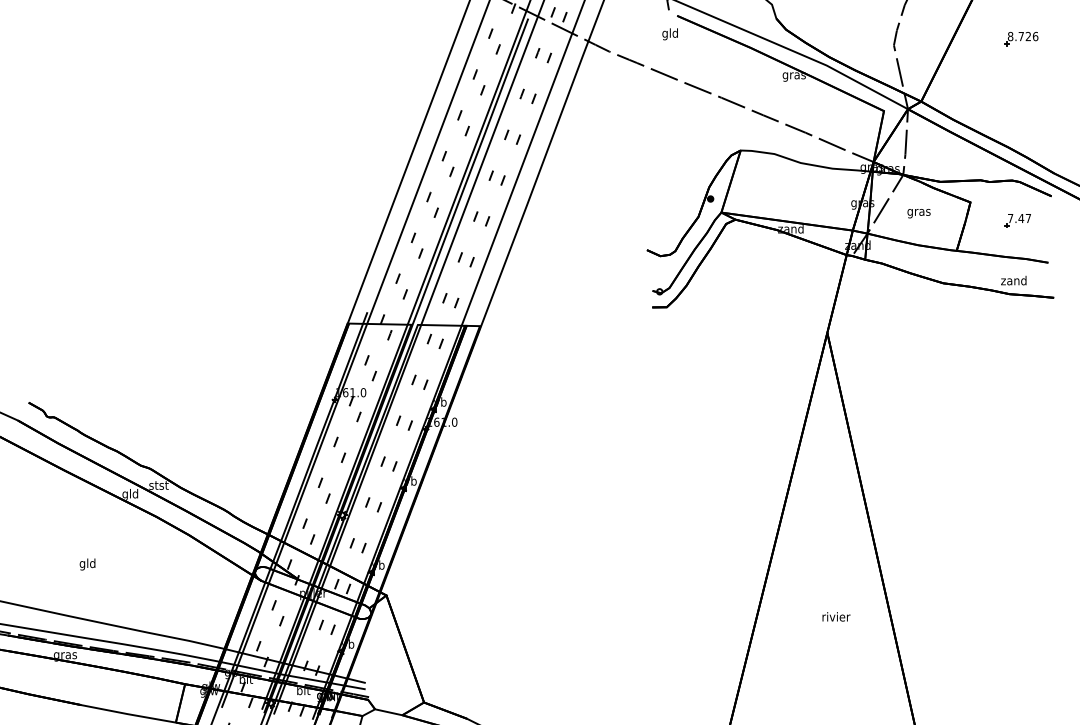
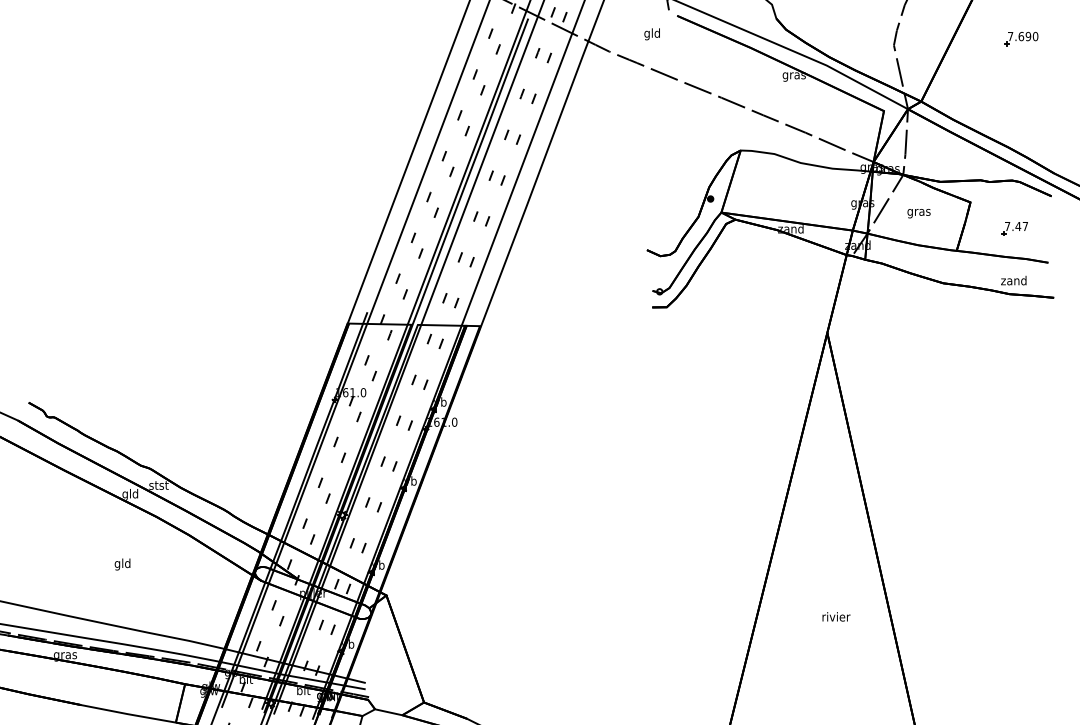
text at (669, 34) position: (669, 34) -> (651, 34)
text at (1022, 36): 8.726 -> 7.690
part at (1017, 220) position: (1017, 220) -> (1014, 228)
text at (87, 564) position: (87, 564) -> (122, 564)
